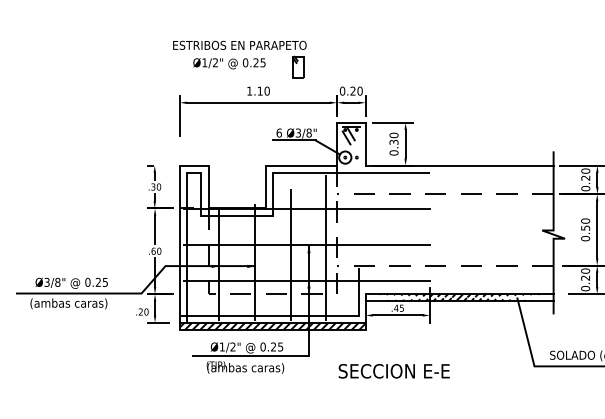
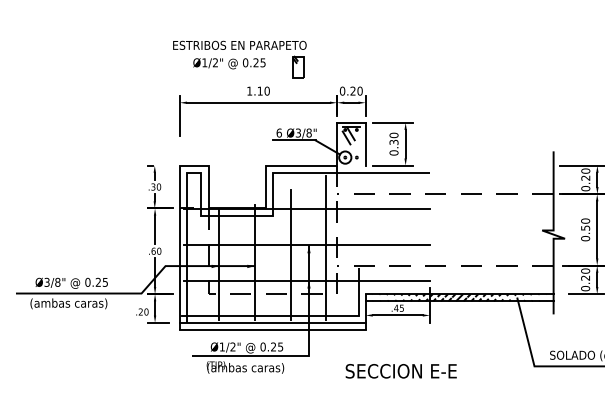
line at (459, 165): present -> none
hatch at (272, 325): present -> none
text at (393, 371) position: (393, 371) -> (400, 371)
